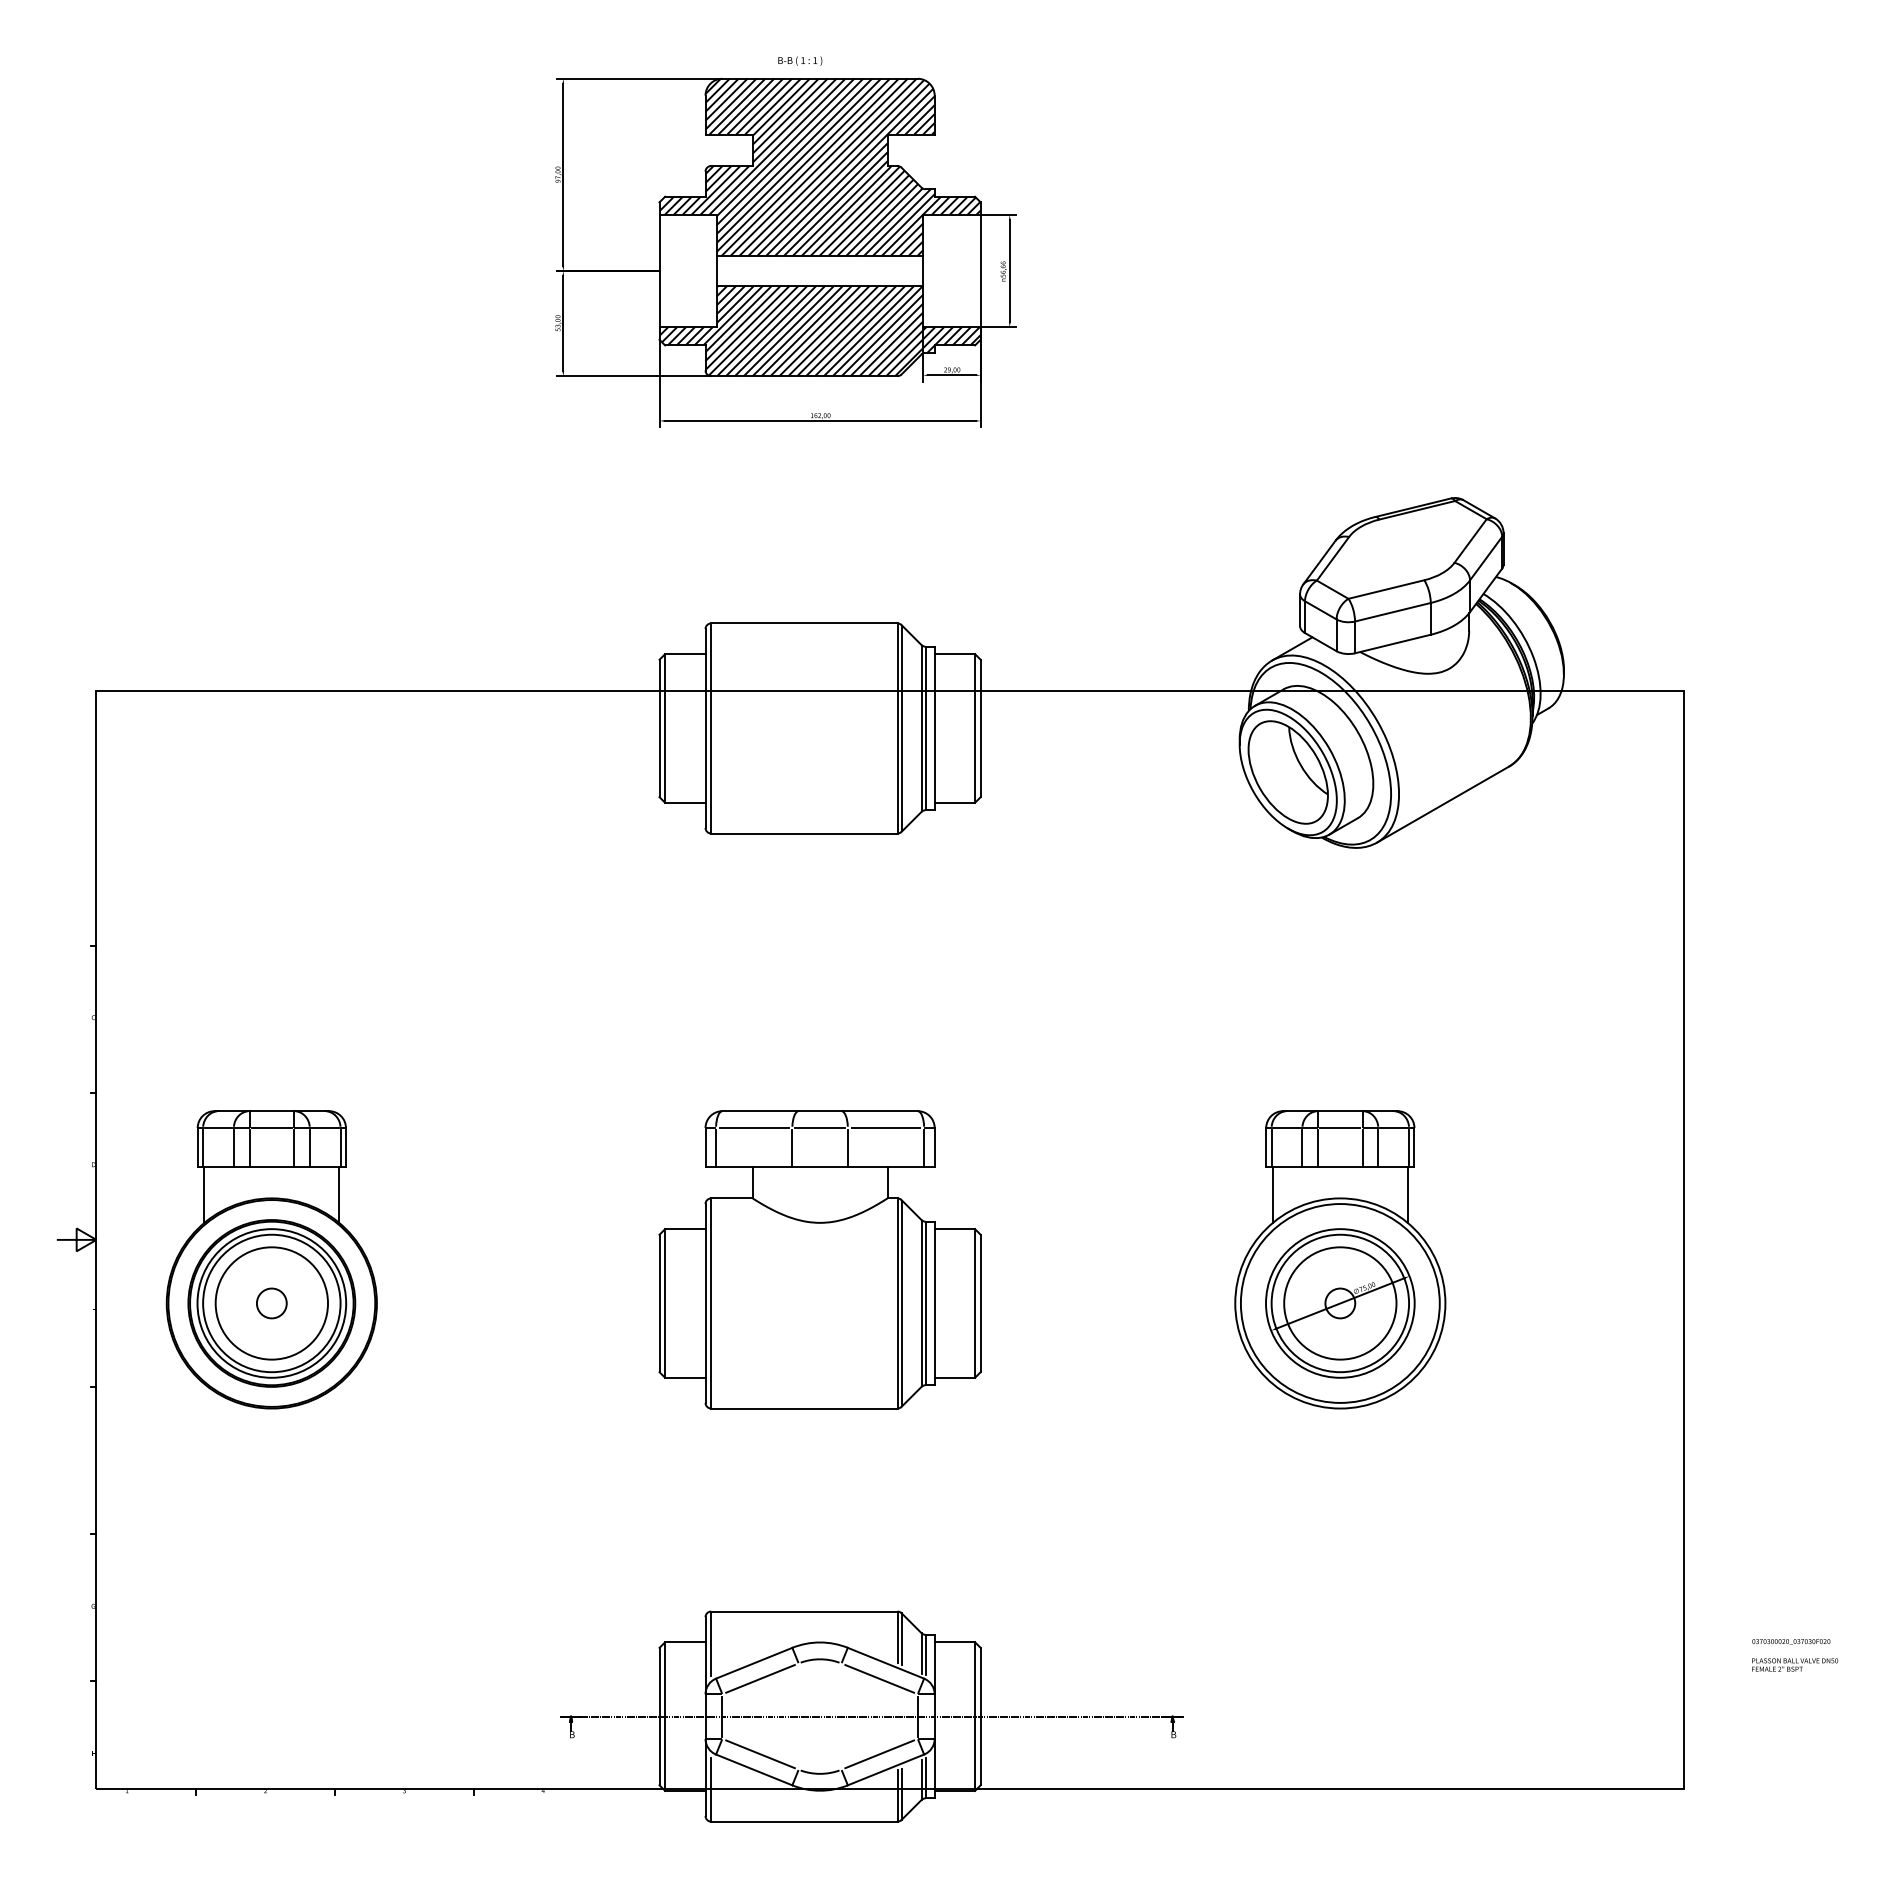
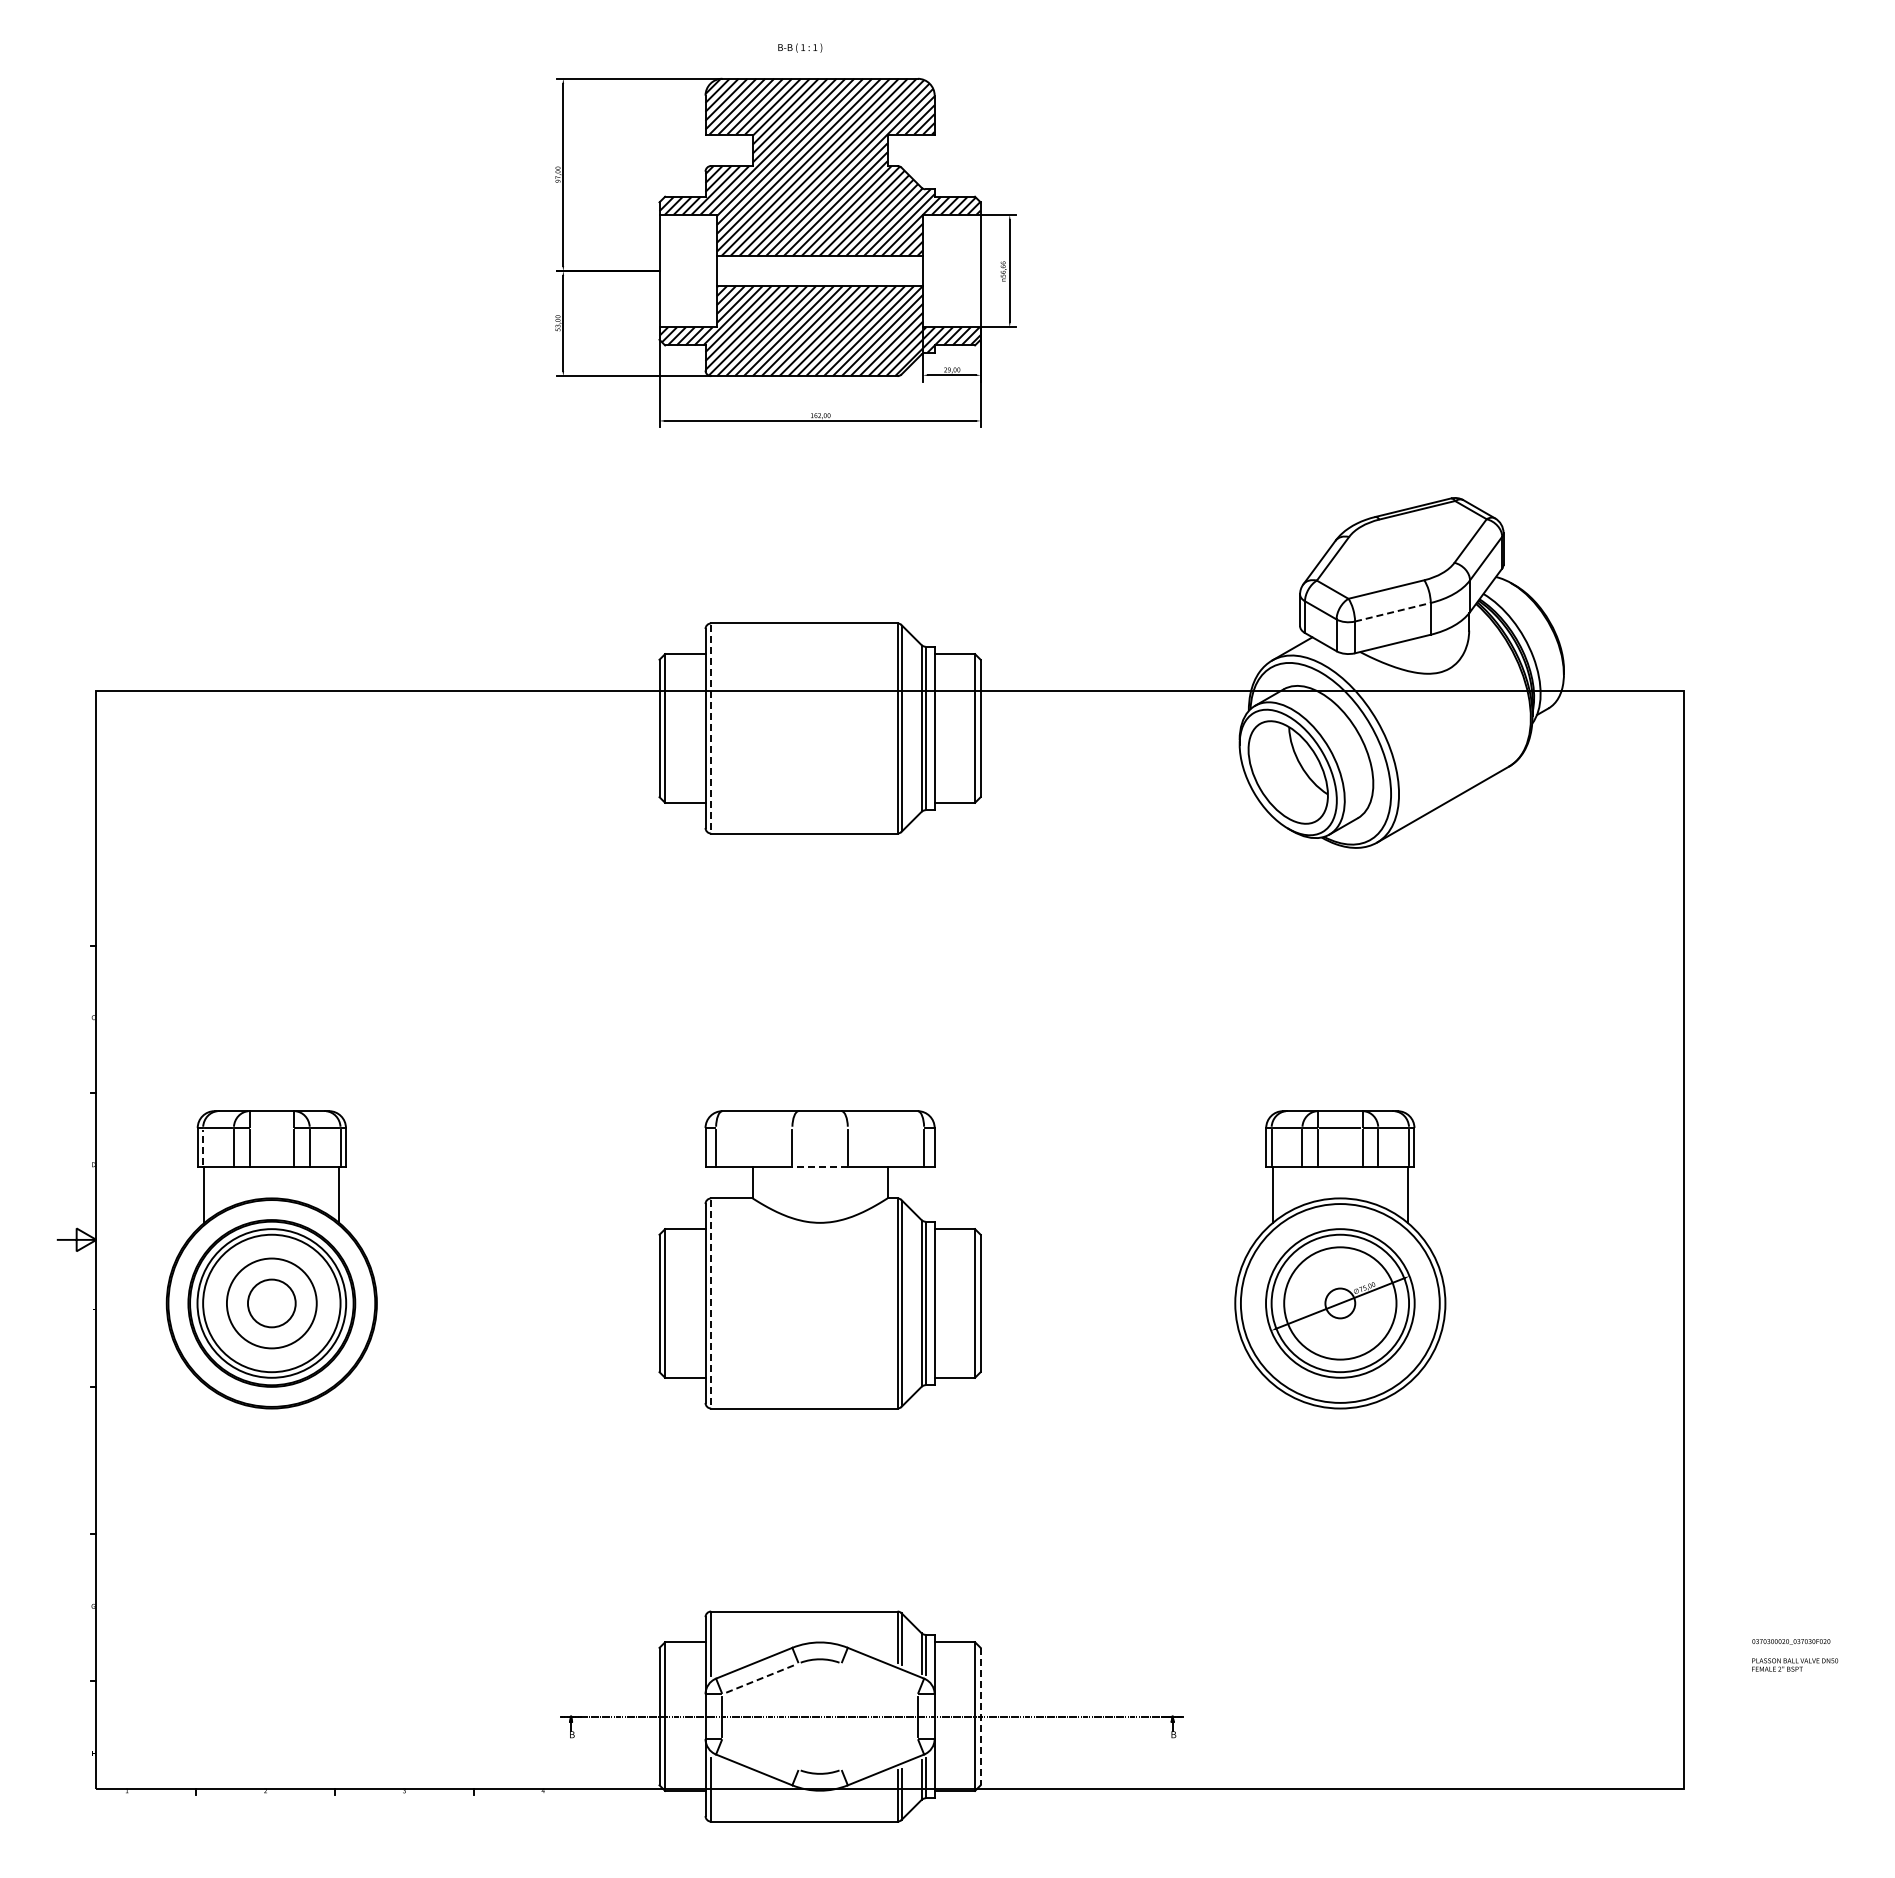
text at (800, 60) position: (800, 60) -> (800, 47)
line at (1392, 612): solid -> dashed
line at (711, 728): solid -> dashed
line at (271, 1128): present -> none
line at (753, 1128): present -> none
line at (820, 1128): present -> none
line at (885, 1128): present -> none
line at (203, 1146): solid -> dashed
line at (820, 1166): solid -> dashed
circle at (271, 1303) diameter: 112 px -> 90 px
circle at (271, 1303) diameter: 30 px -> 48 px
line at (711, 1303): solid -> dashed
line at (760, 1678): solid -> dashed
line at (879, 1678): present -> none
line at (980, 1716): solid -> dashed
line at (760, 1754): present -> none
line at (879, 1754): present -> none
